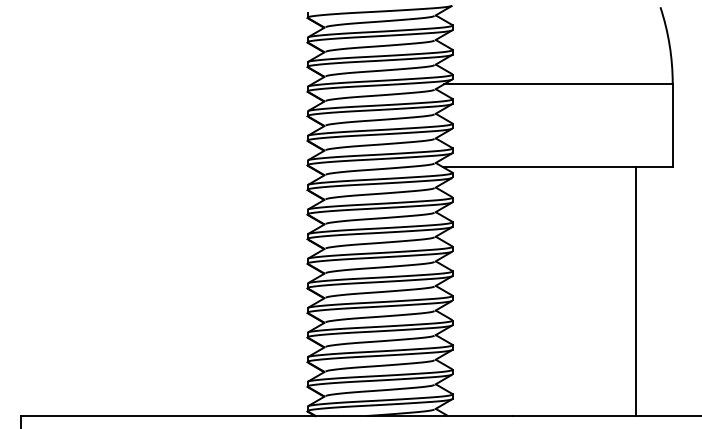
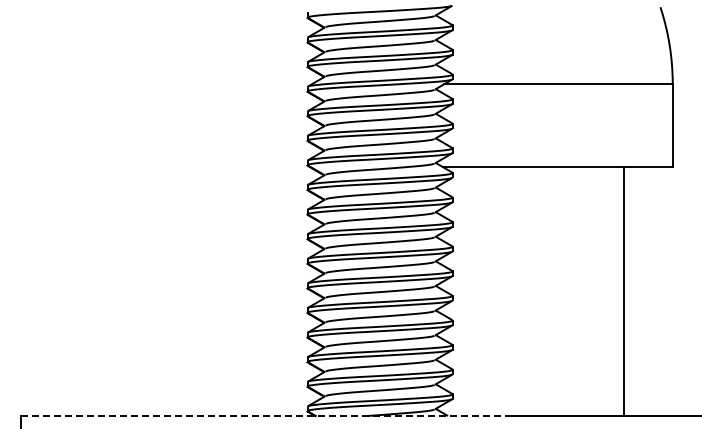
line at (635, 291) position: (635, 291) -> (623, 291)
line at (266, 416): solid -> dashed
